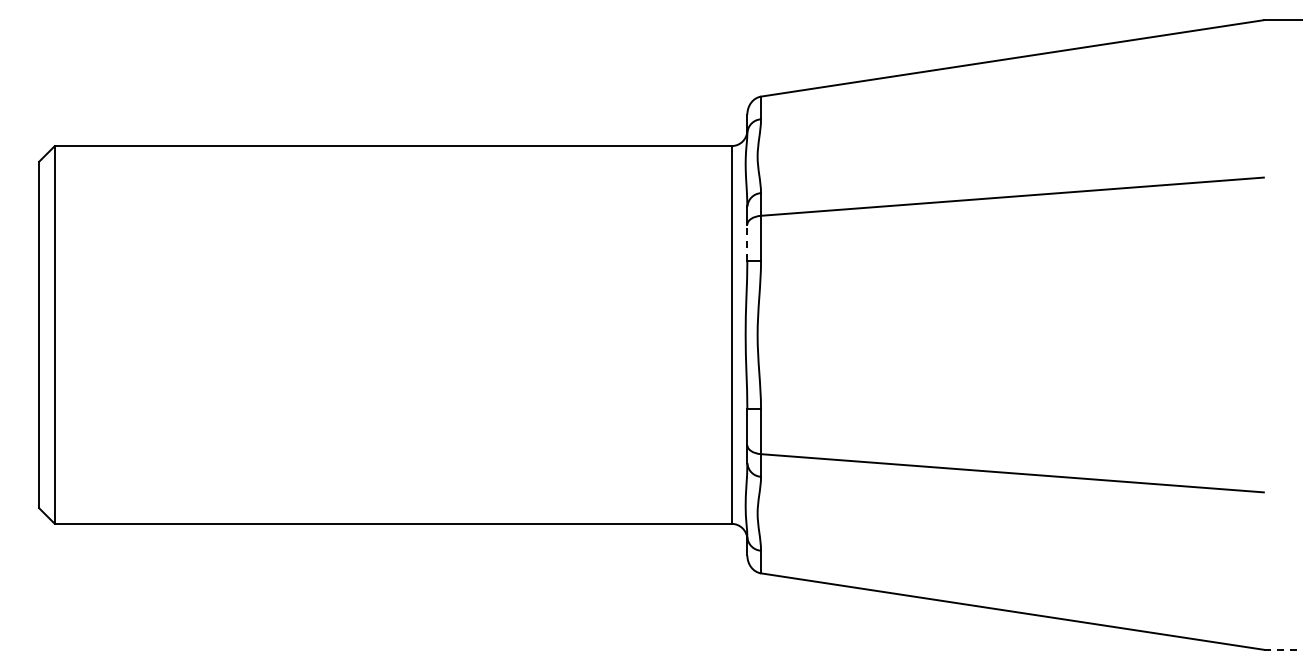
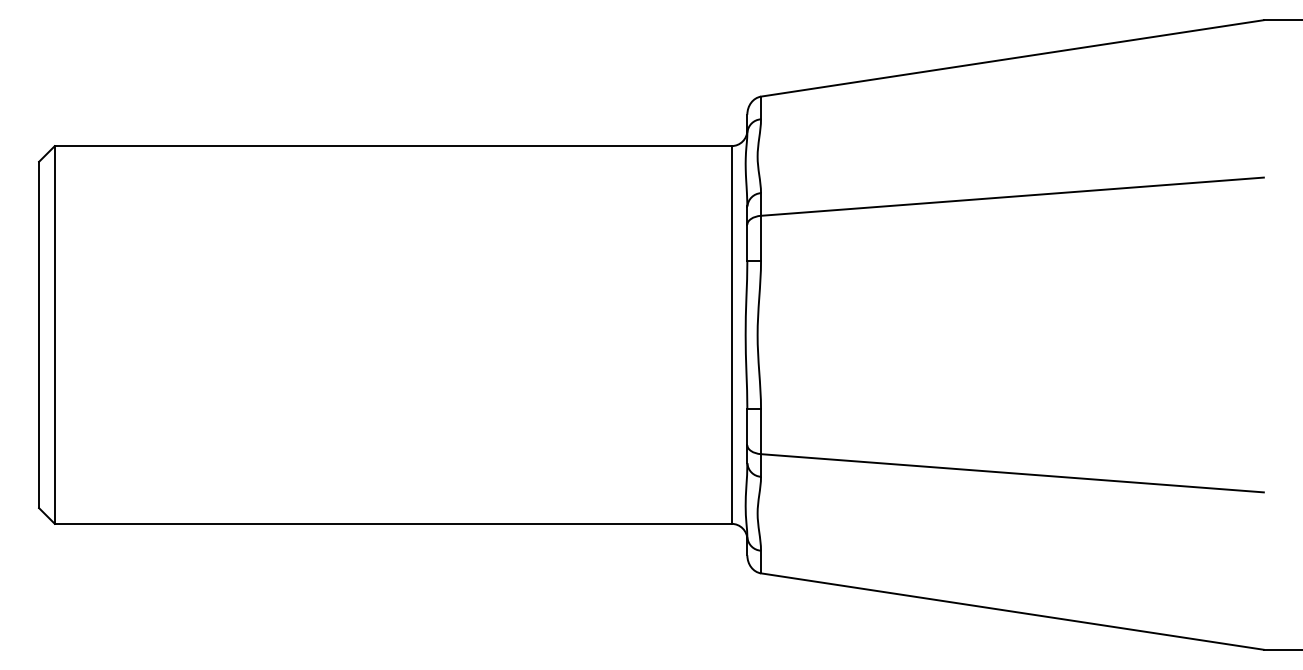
line at (747, 242): dashed -> solid
line at (1283, 649): dashed -> solid
